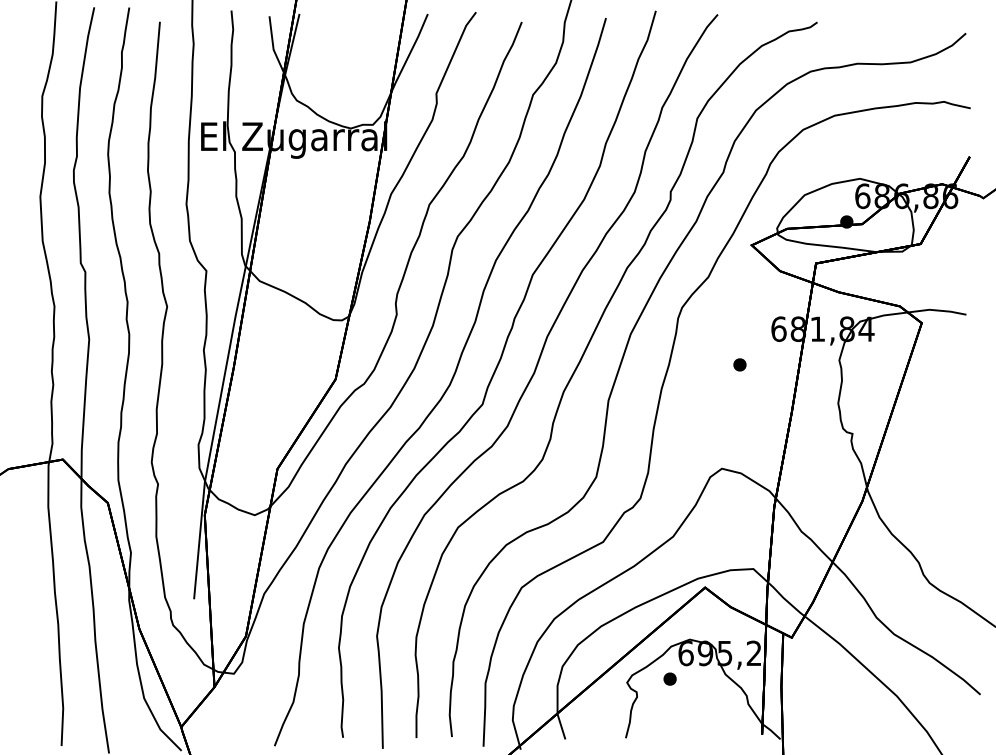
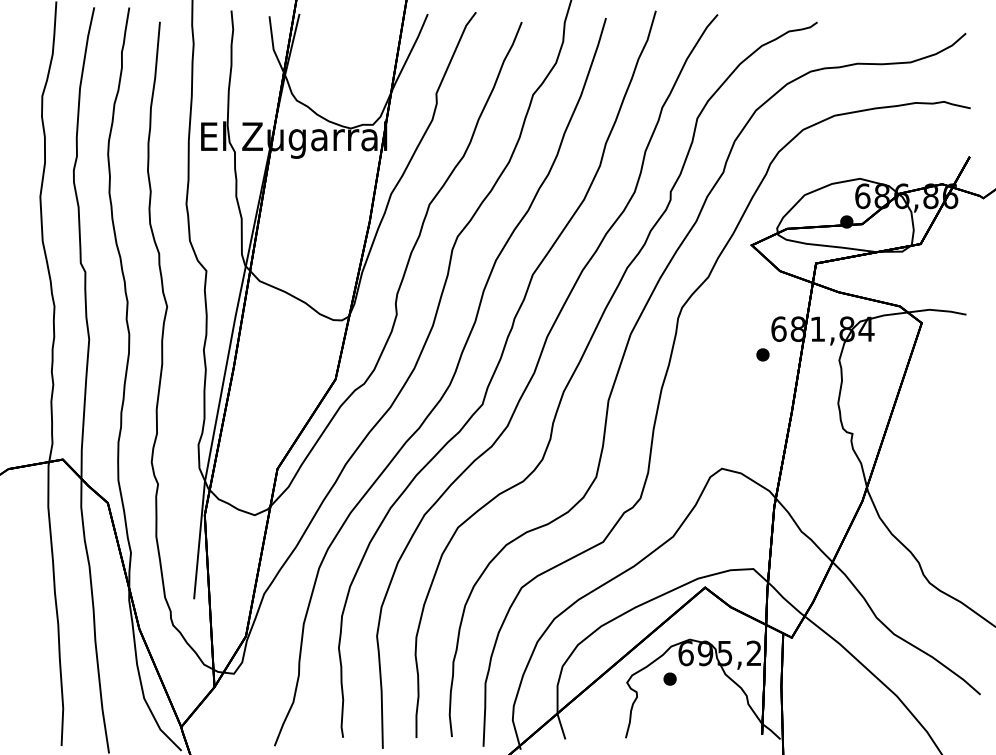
part at (739, 364) position: (739, 364) -> (762, 354)
